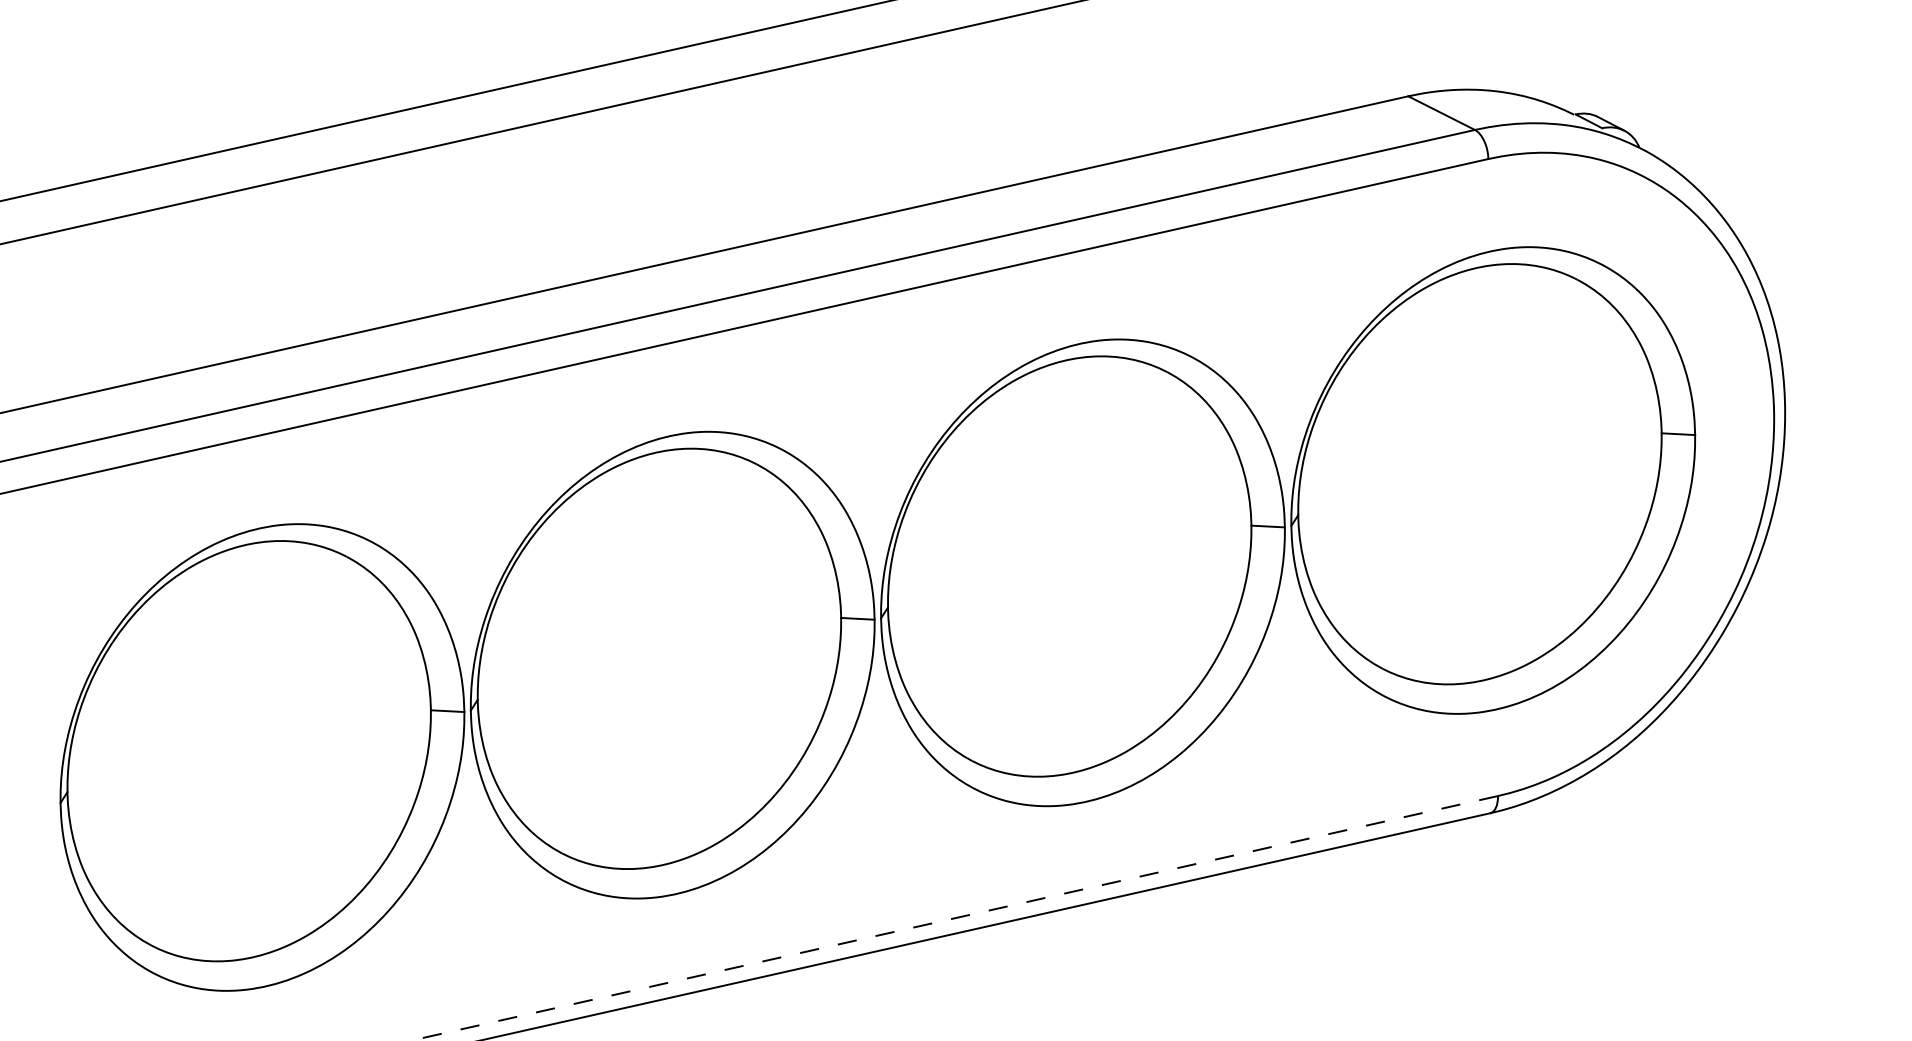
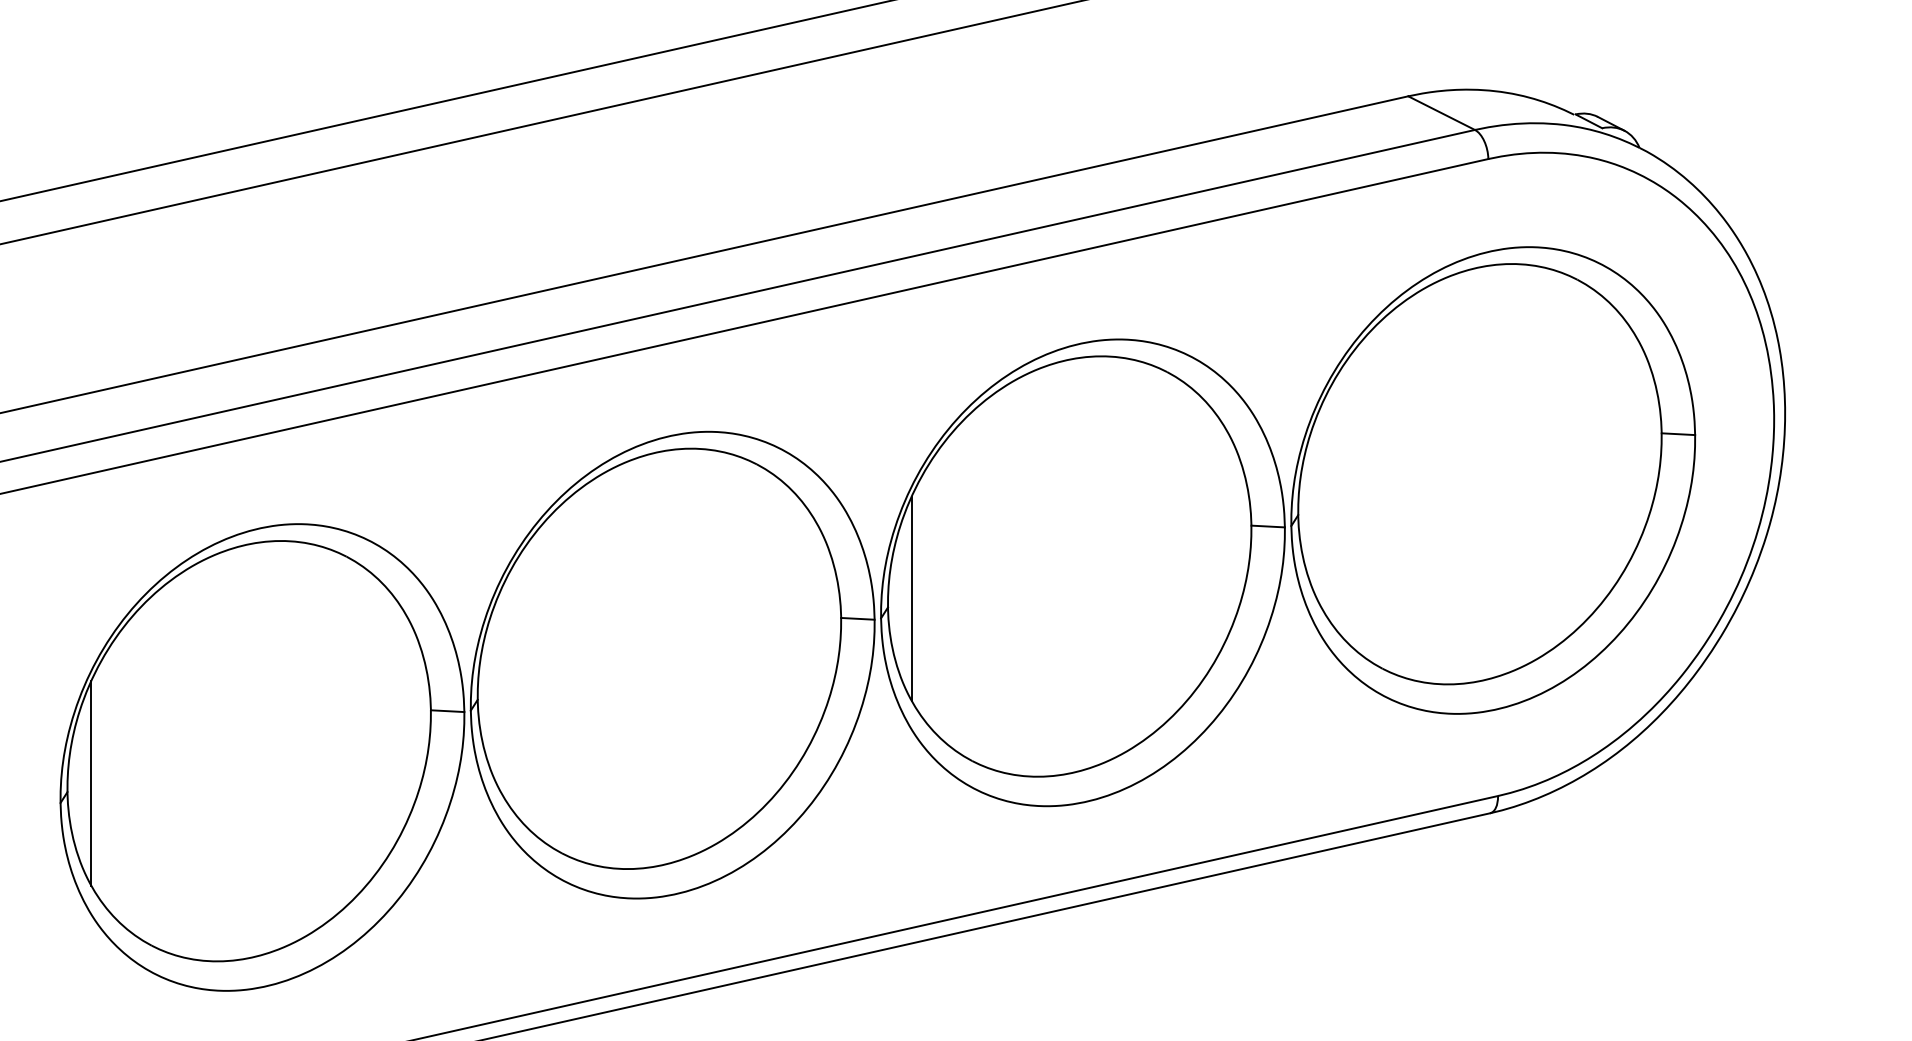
line at (911, 598): none -> present
line at (91, 783): none -> present
line at (953, 918): dashed -> solid
